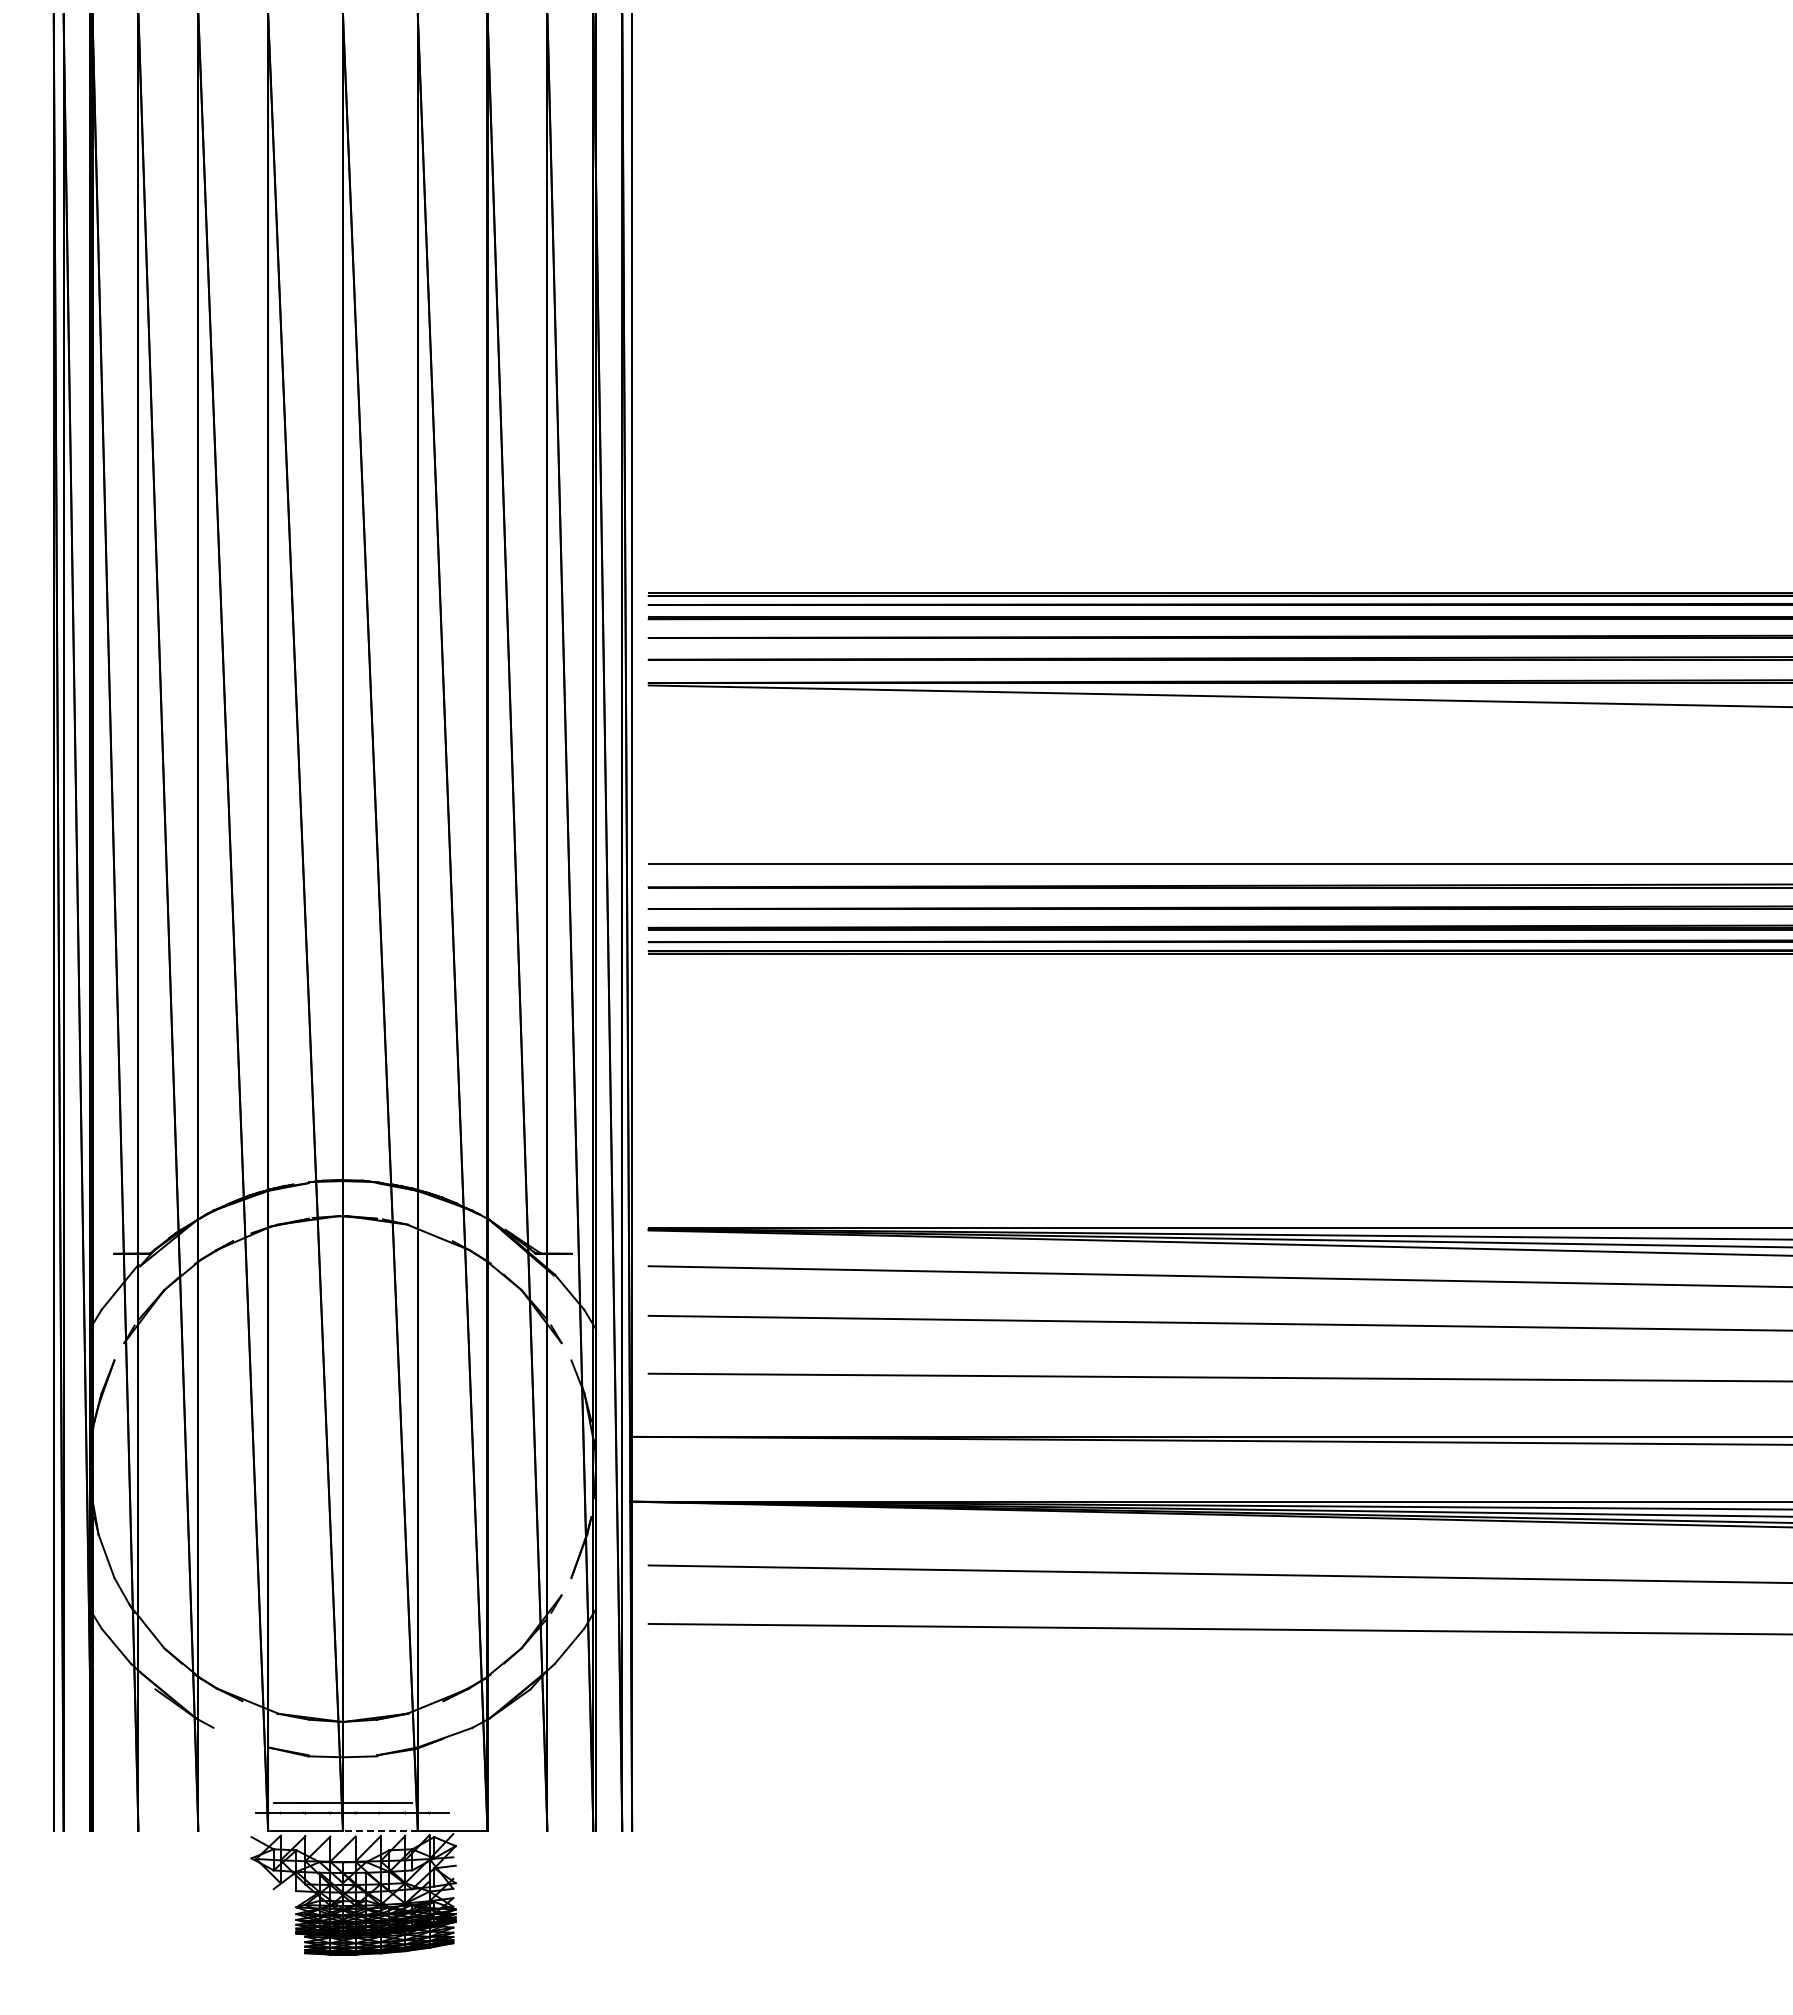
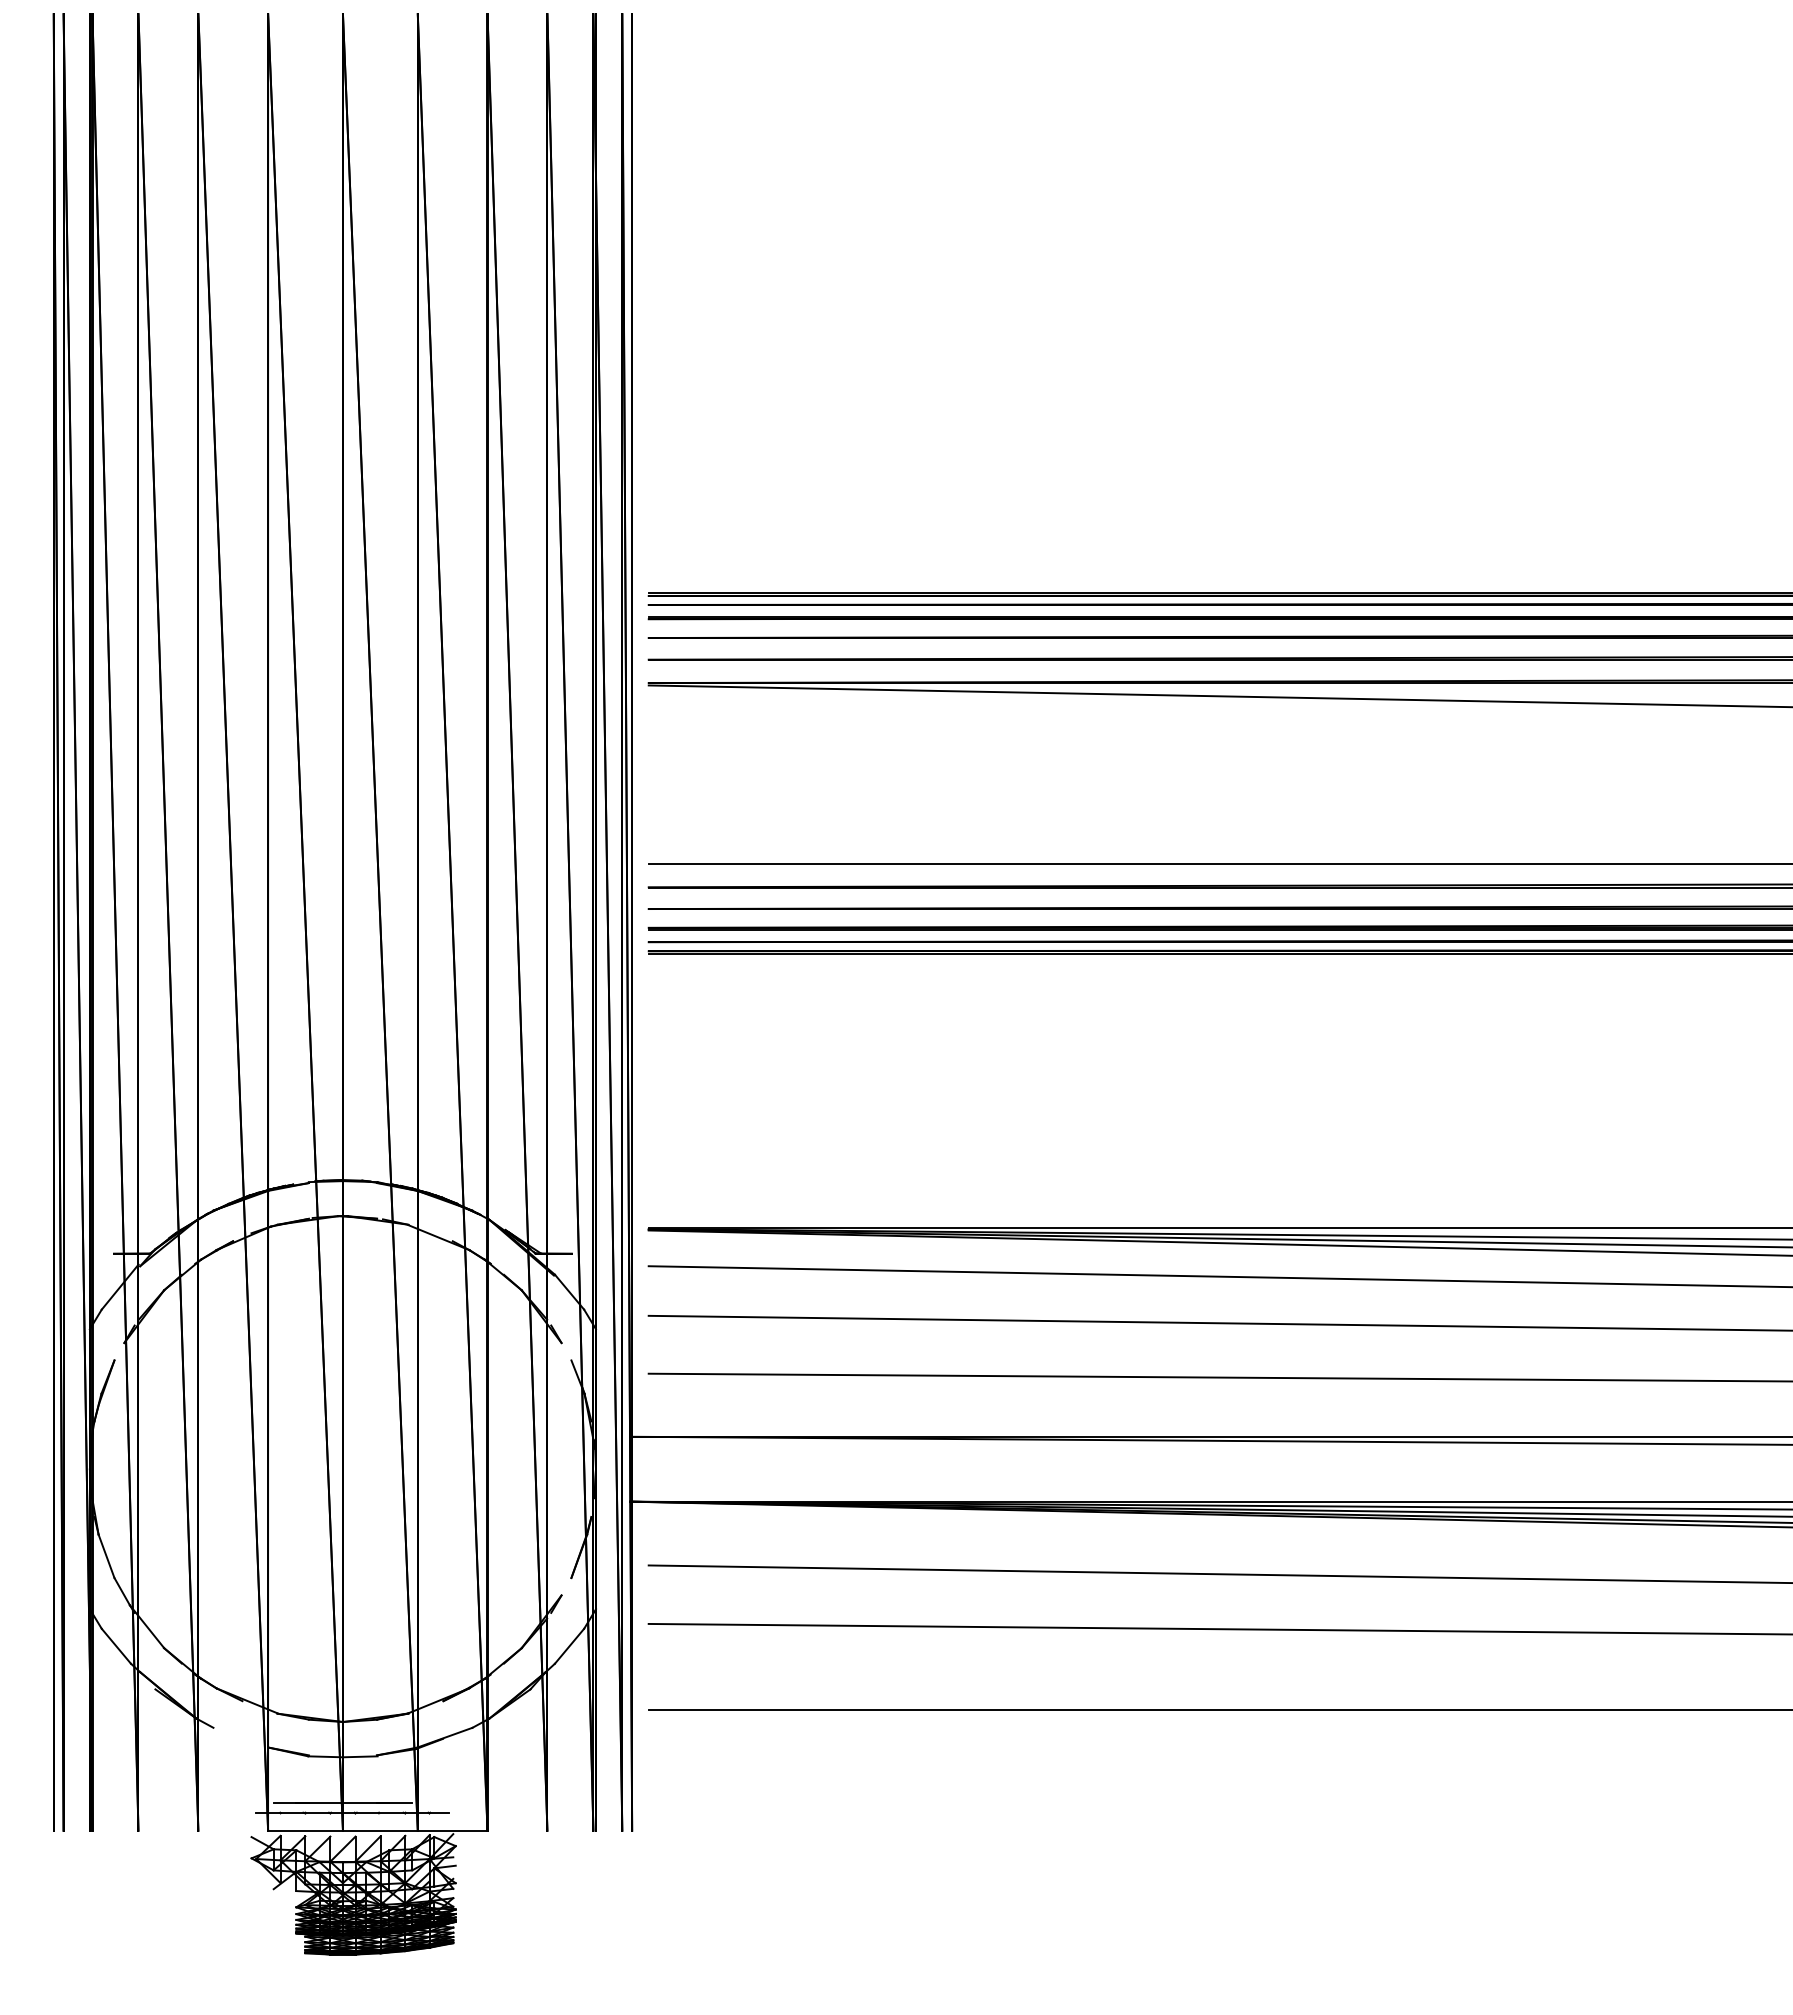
line at (1218, 1710): none -> present
line at (379, 1830): dashed -> solid
